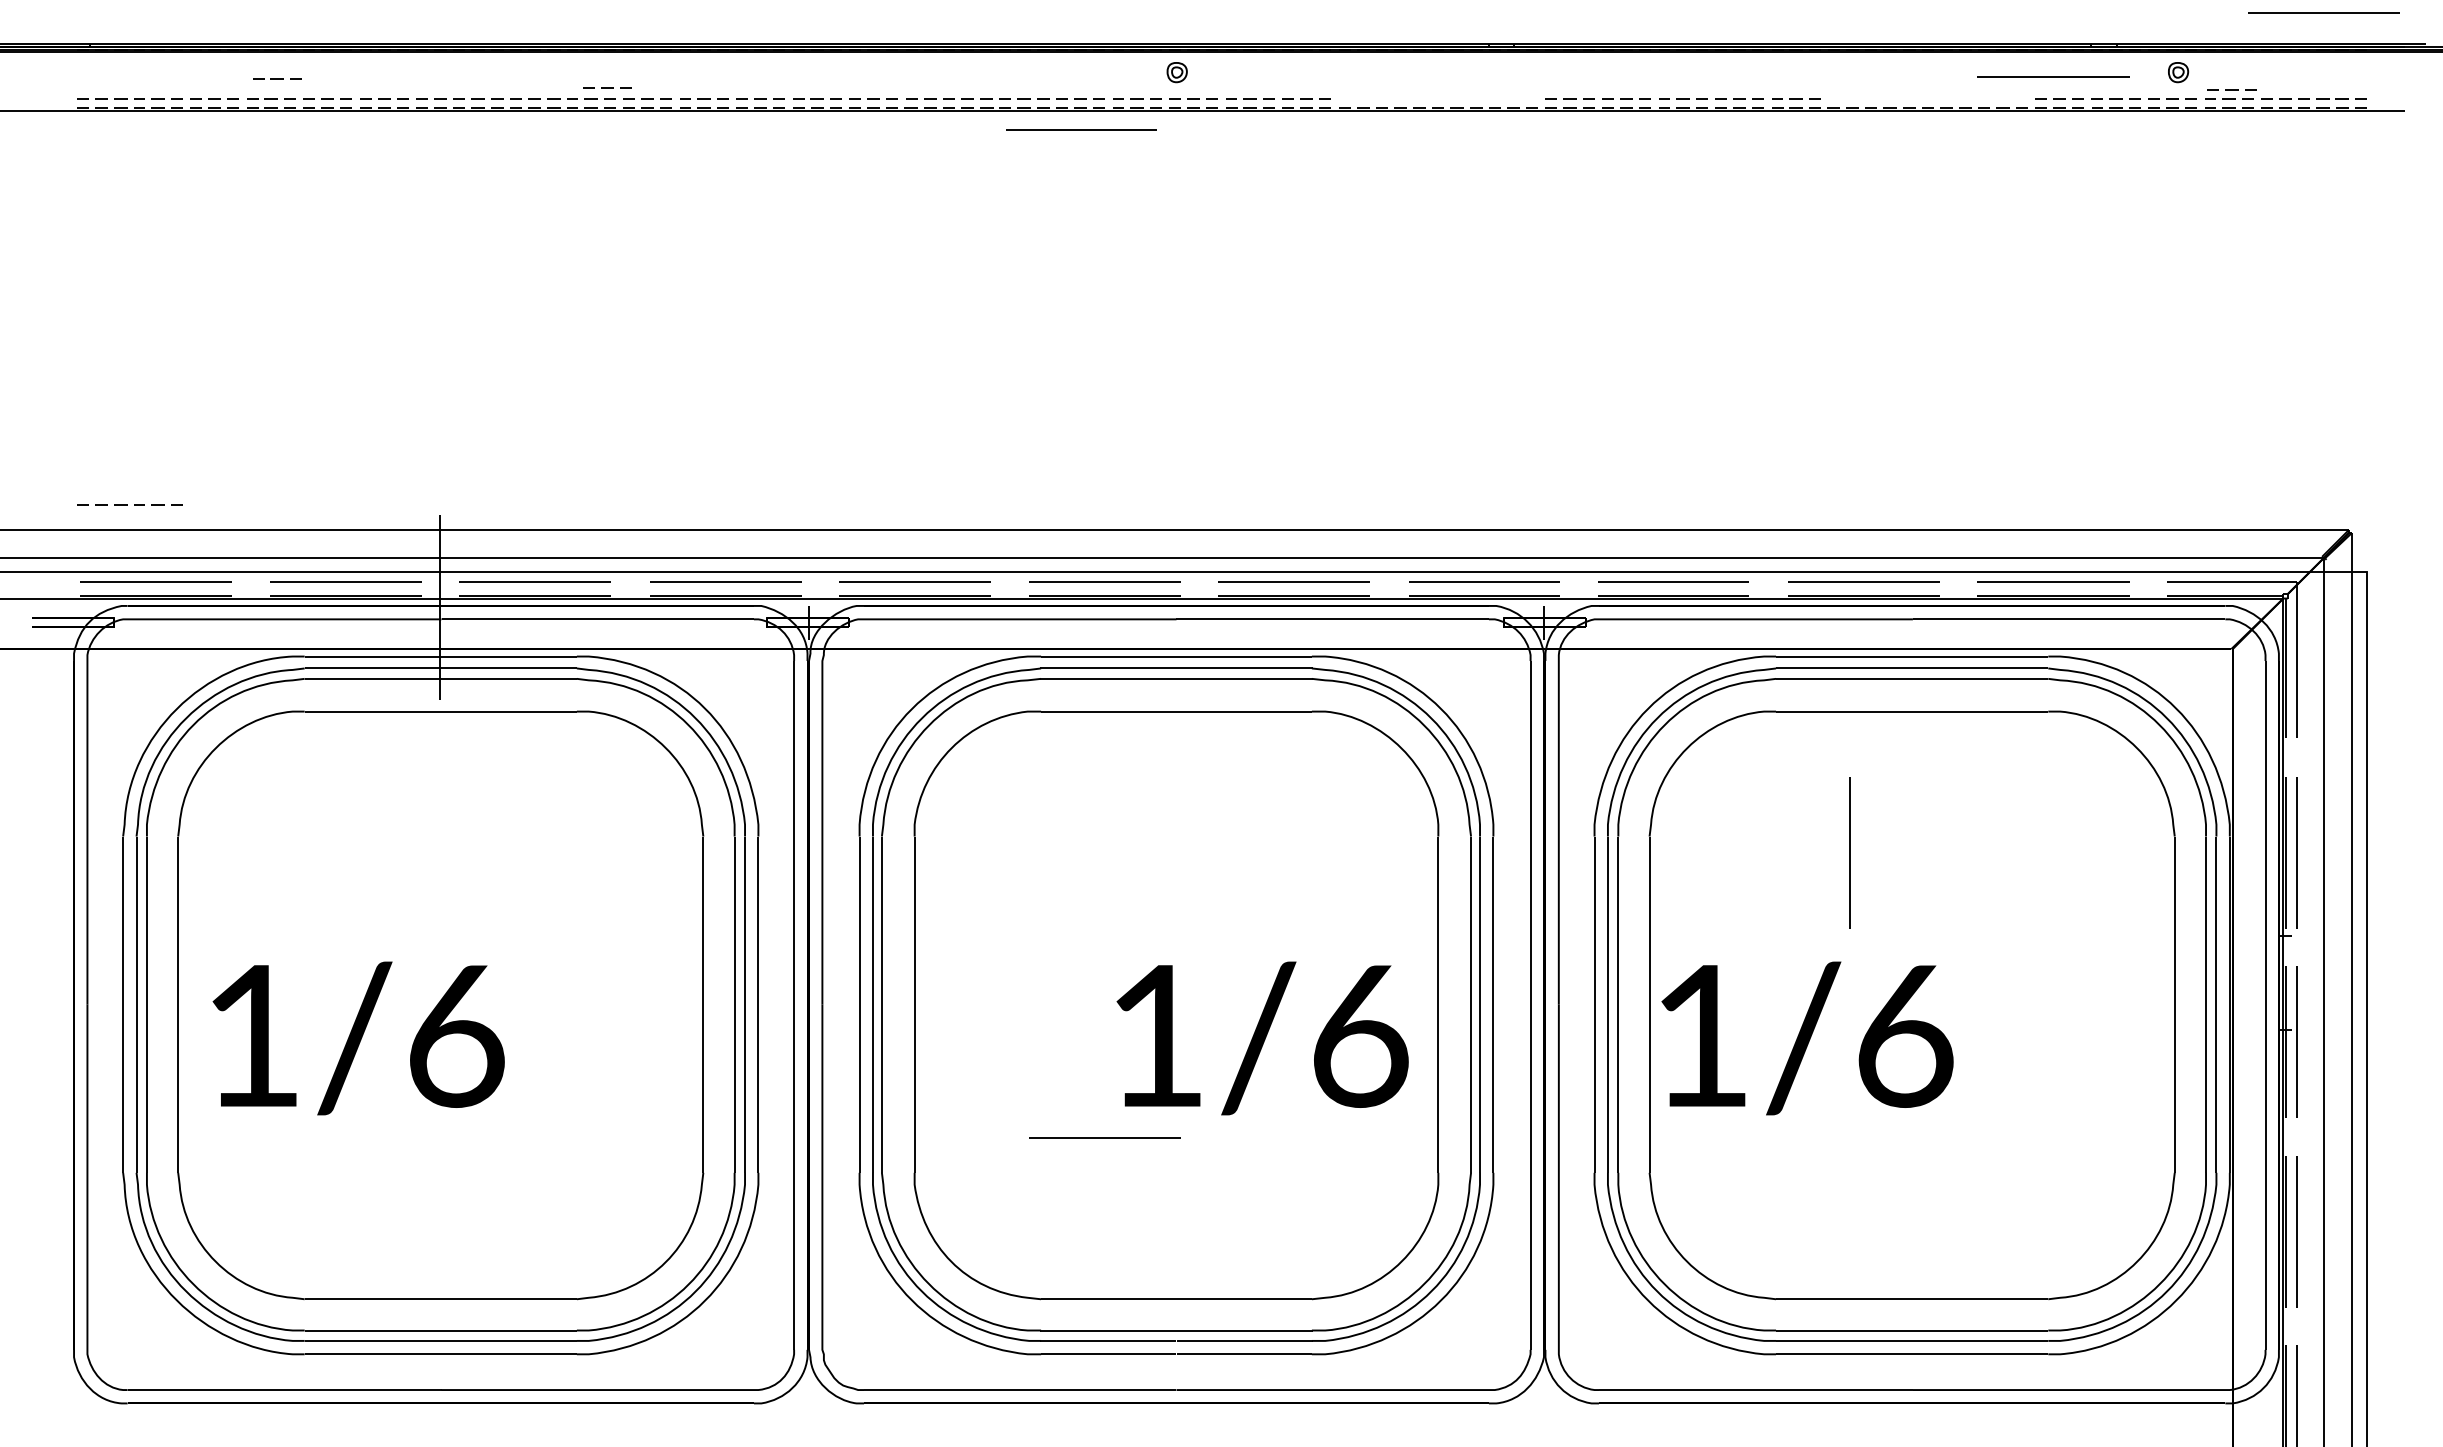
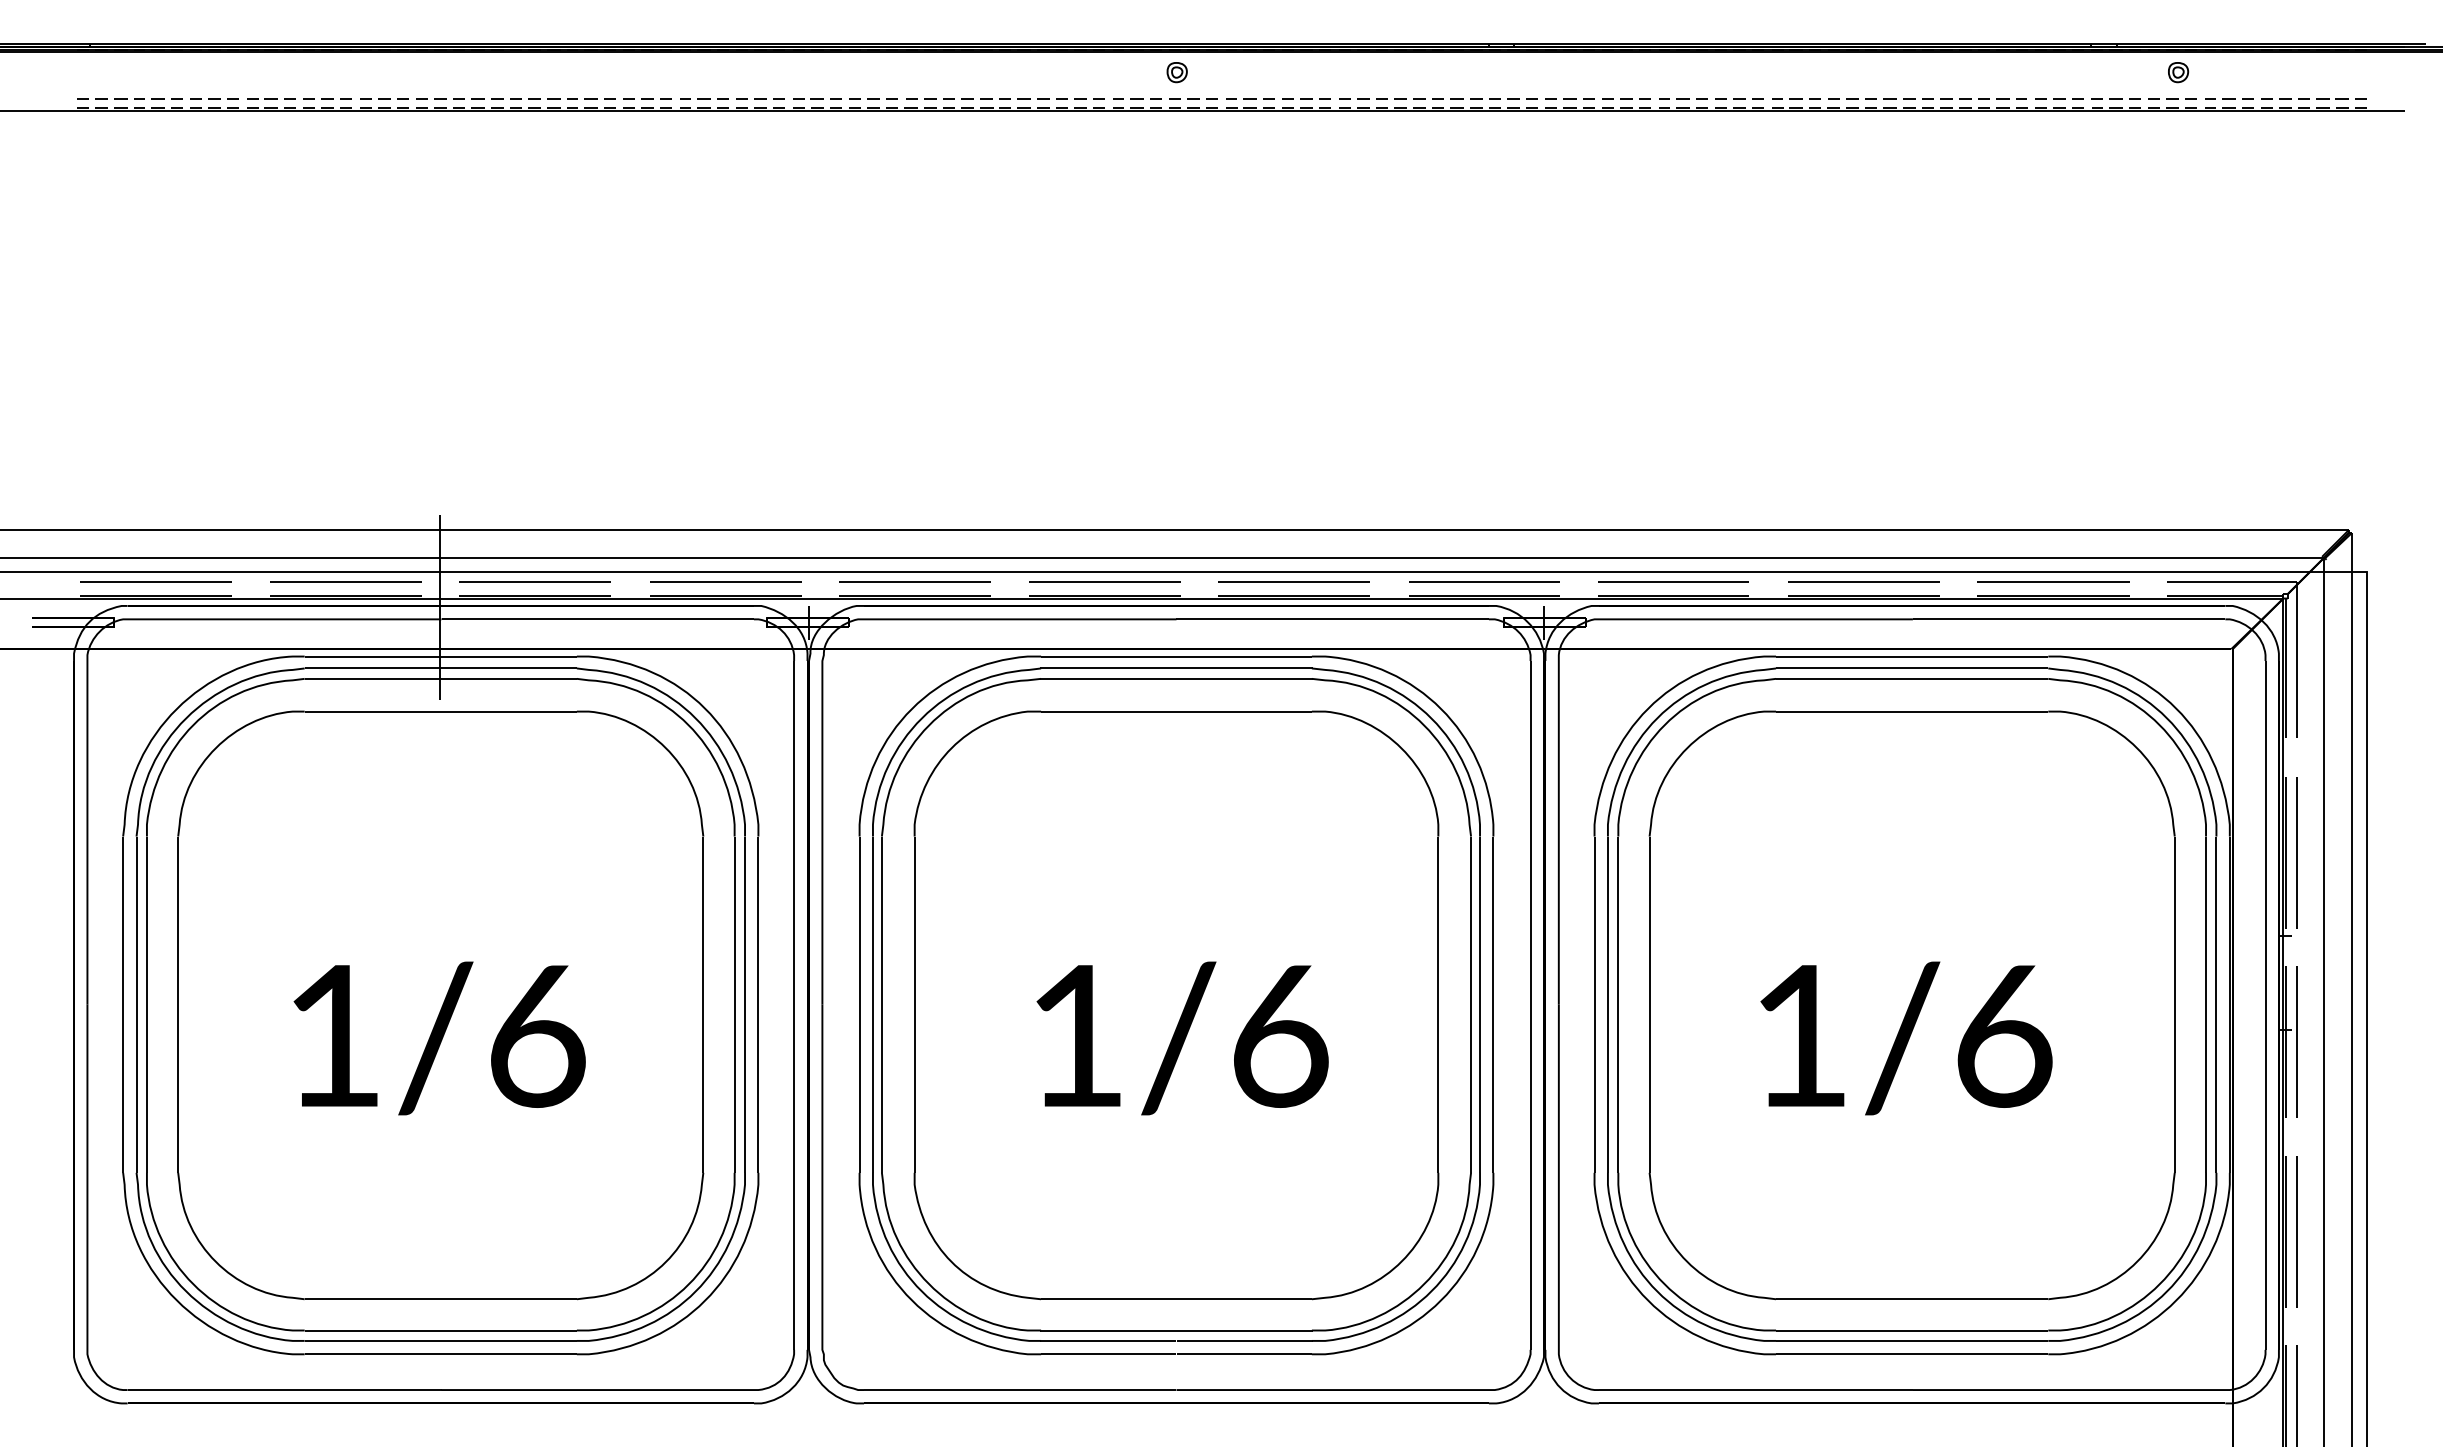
line at (2323, 12): present -> none
line at (2053, 76): present -> none
line at (277, 78): present -> none
line at (607, 87): present -> none
line at (2231, 89): present -> none
line at (1438, 98): none -> present
line at (1927, 98): none -> present
line at (1081, 129): present -> none
line at (127, 504): present -> none
line at (1849, 852): present -> none
text at (358, 1038) position: (358, 1038) -> (439, 1038)
text at (1262, 1038) position: (1262, 1038) -> (1182, 1038)
text at (1807, 1038) position: (1807, 1038) -> (1906, 1038)
line at (1104, 1137): present -> none
